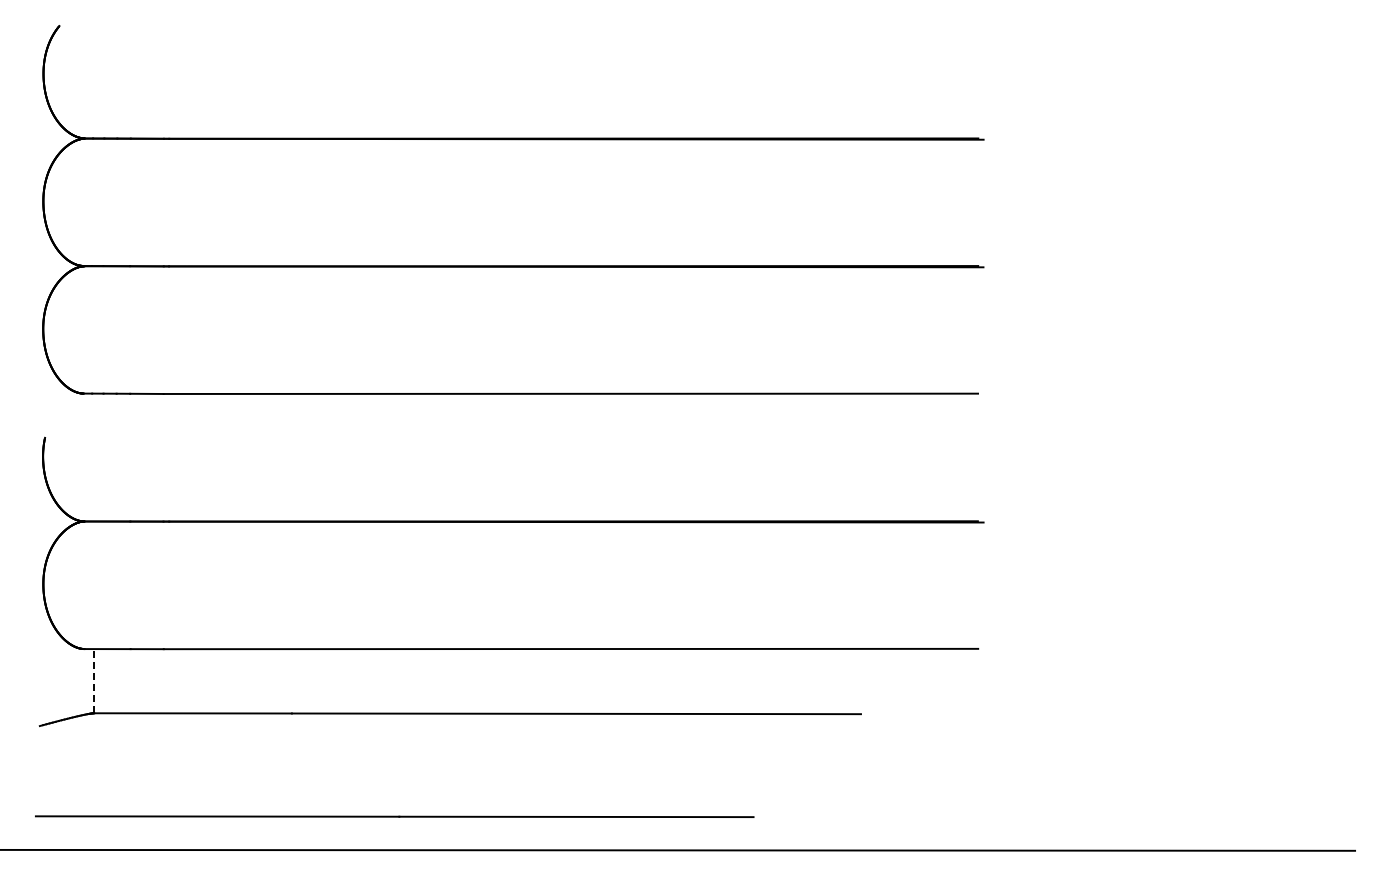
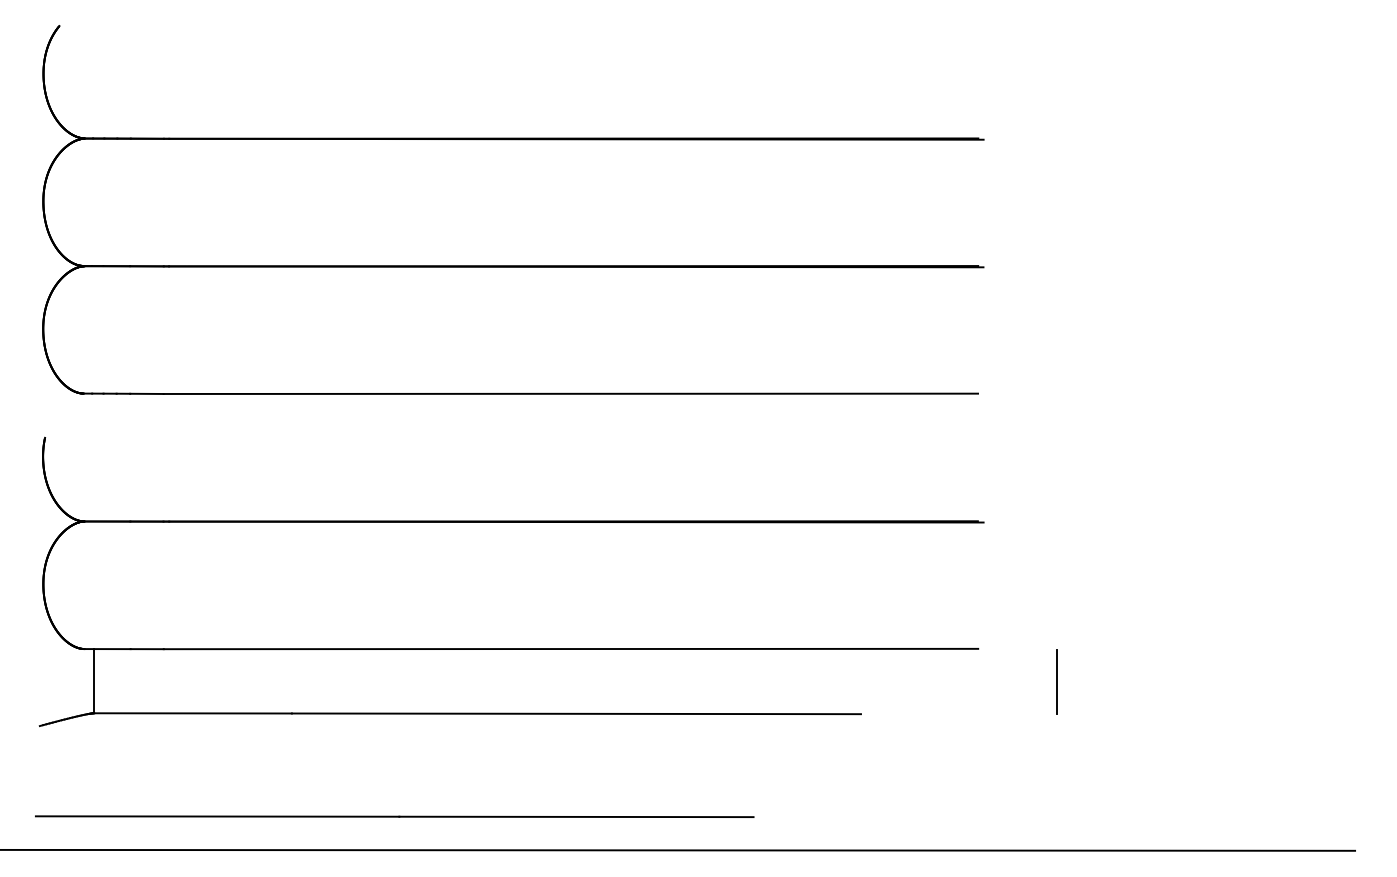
line at (94, 680): dashed -> solid
line at (1056, 681): none -> present
